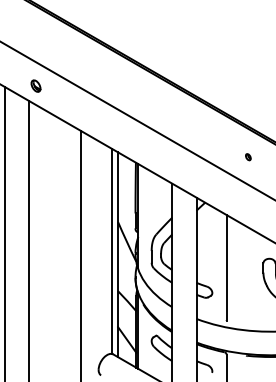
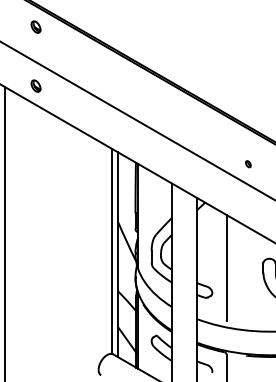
part at (35, 26): none -> present
part at (248, 157) position: (248, 157) -> (248, 164)
line at (29, 239): present -> none
line at (80, 254): present -> none
